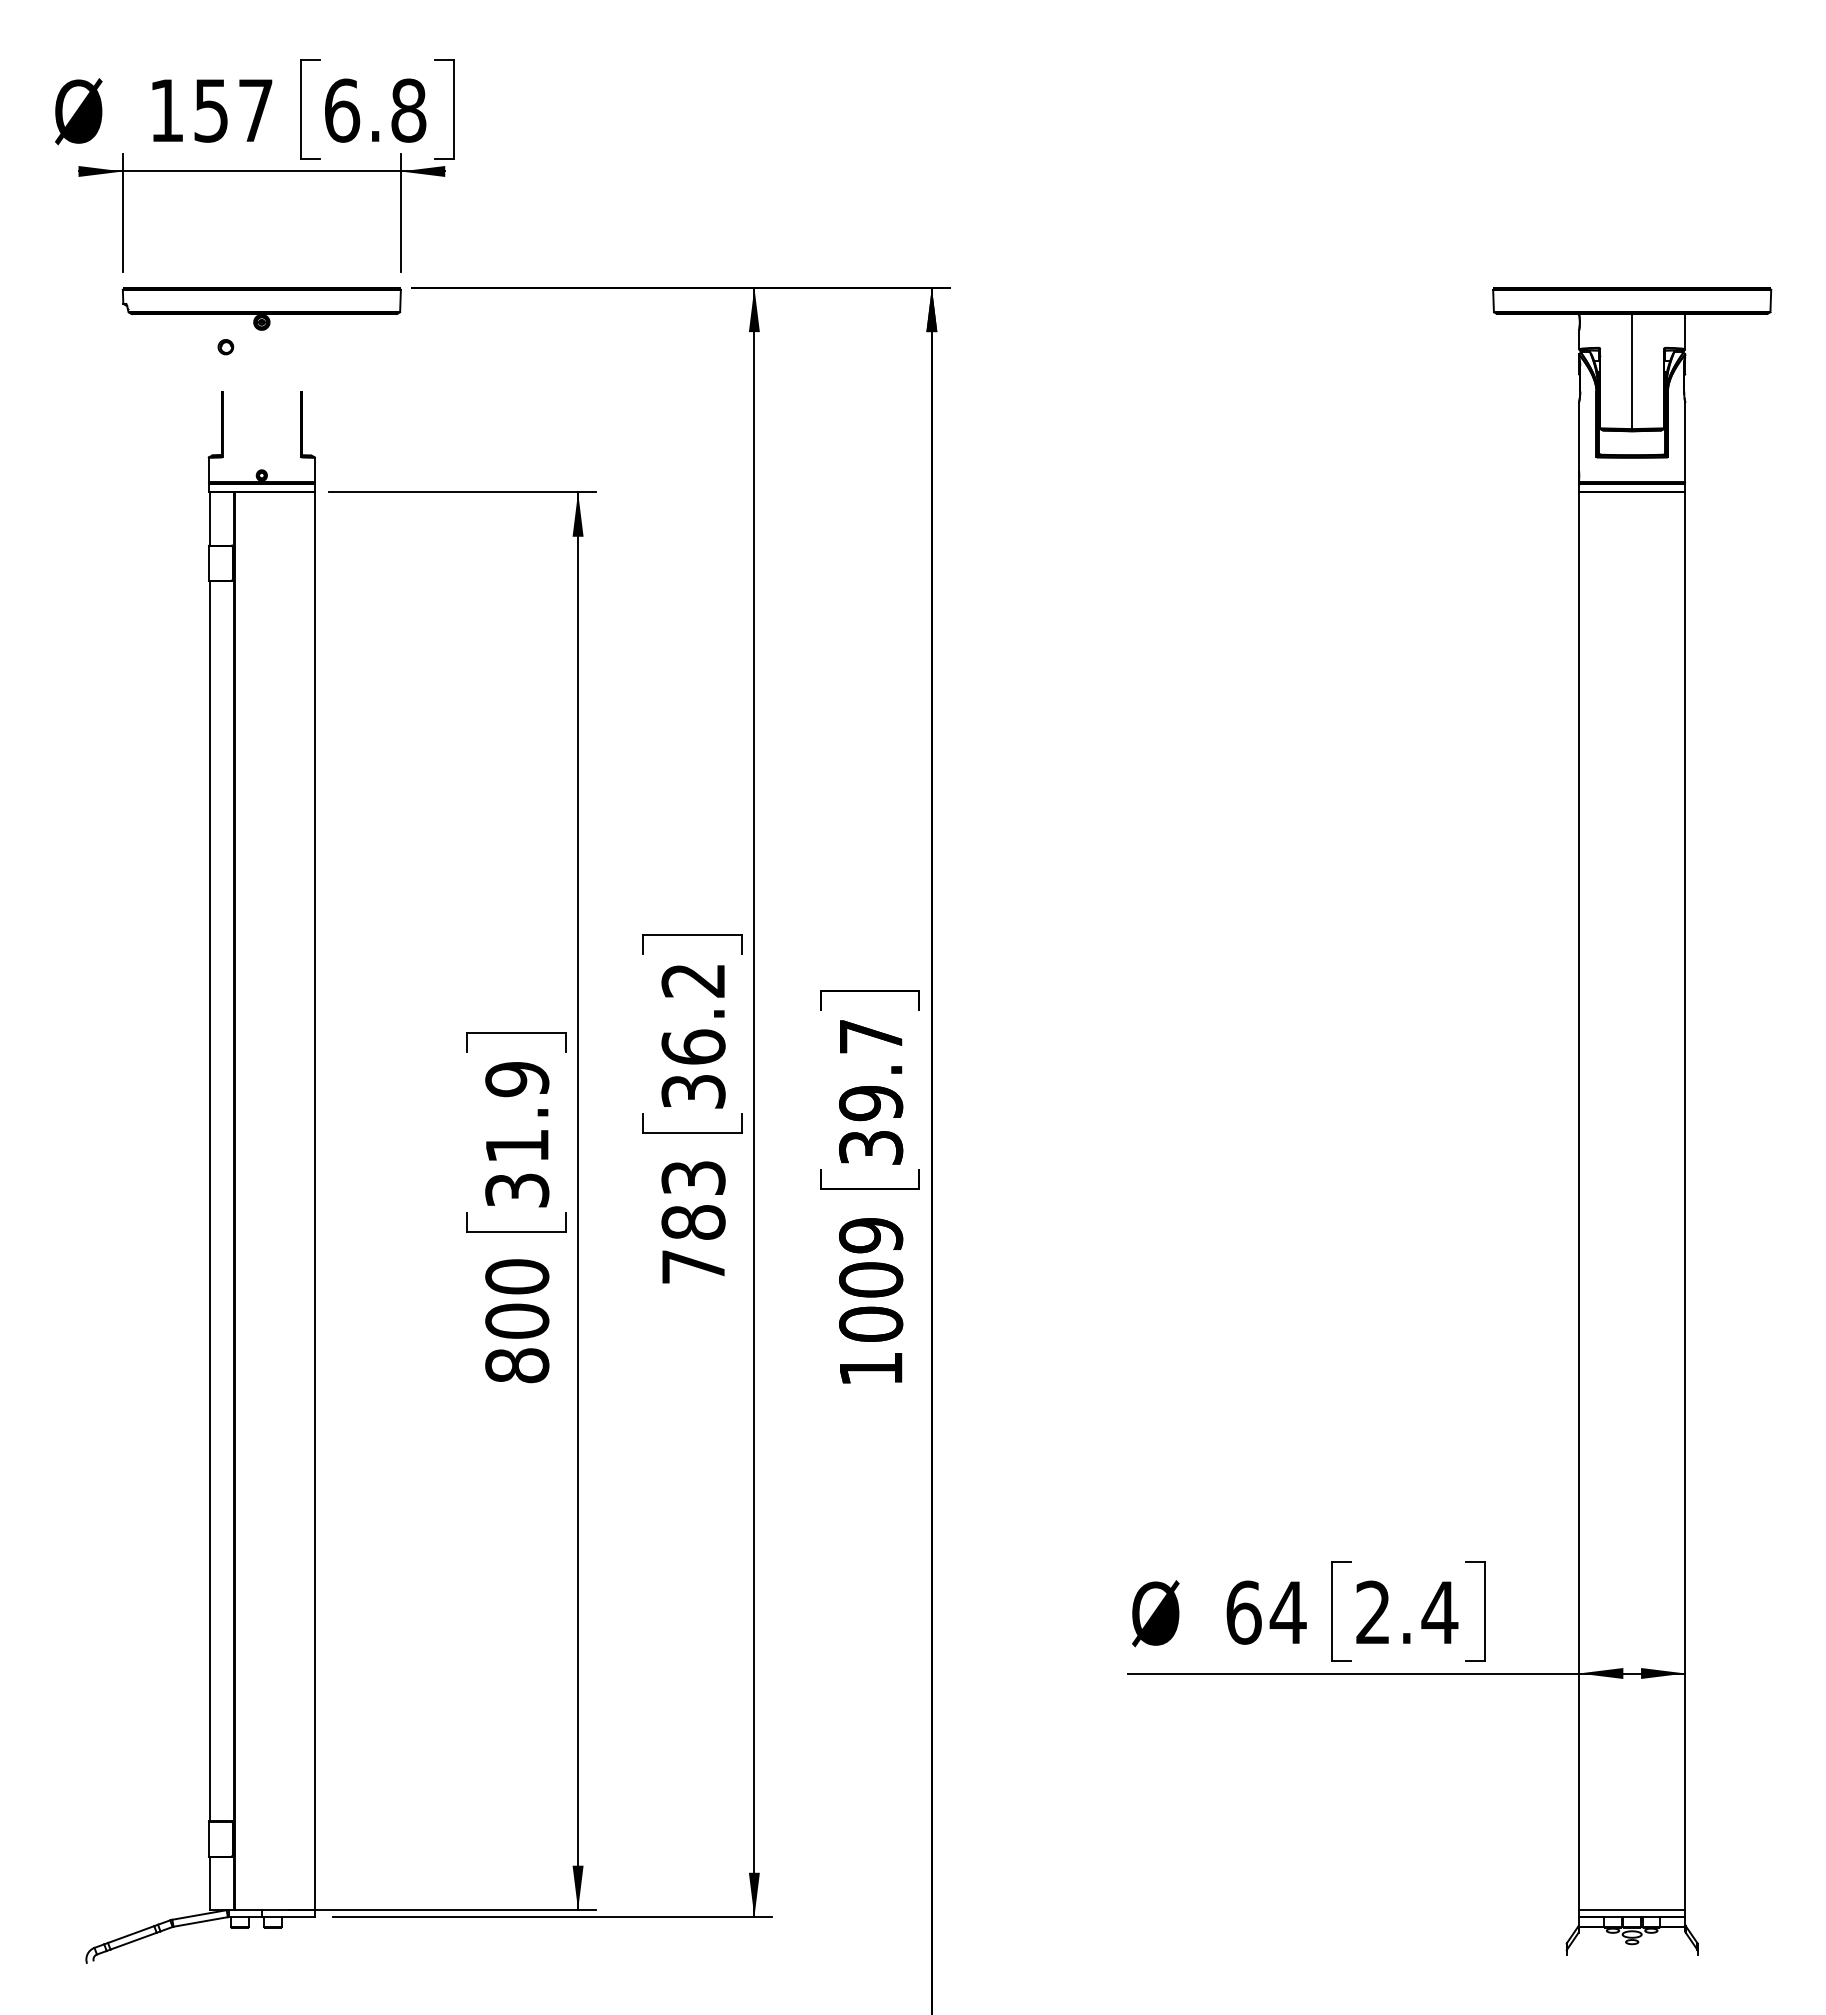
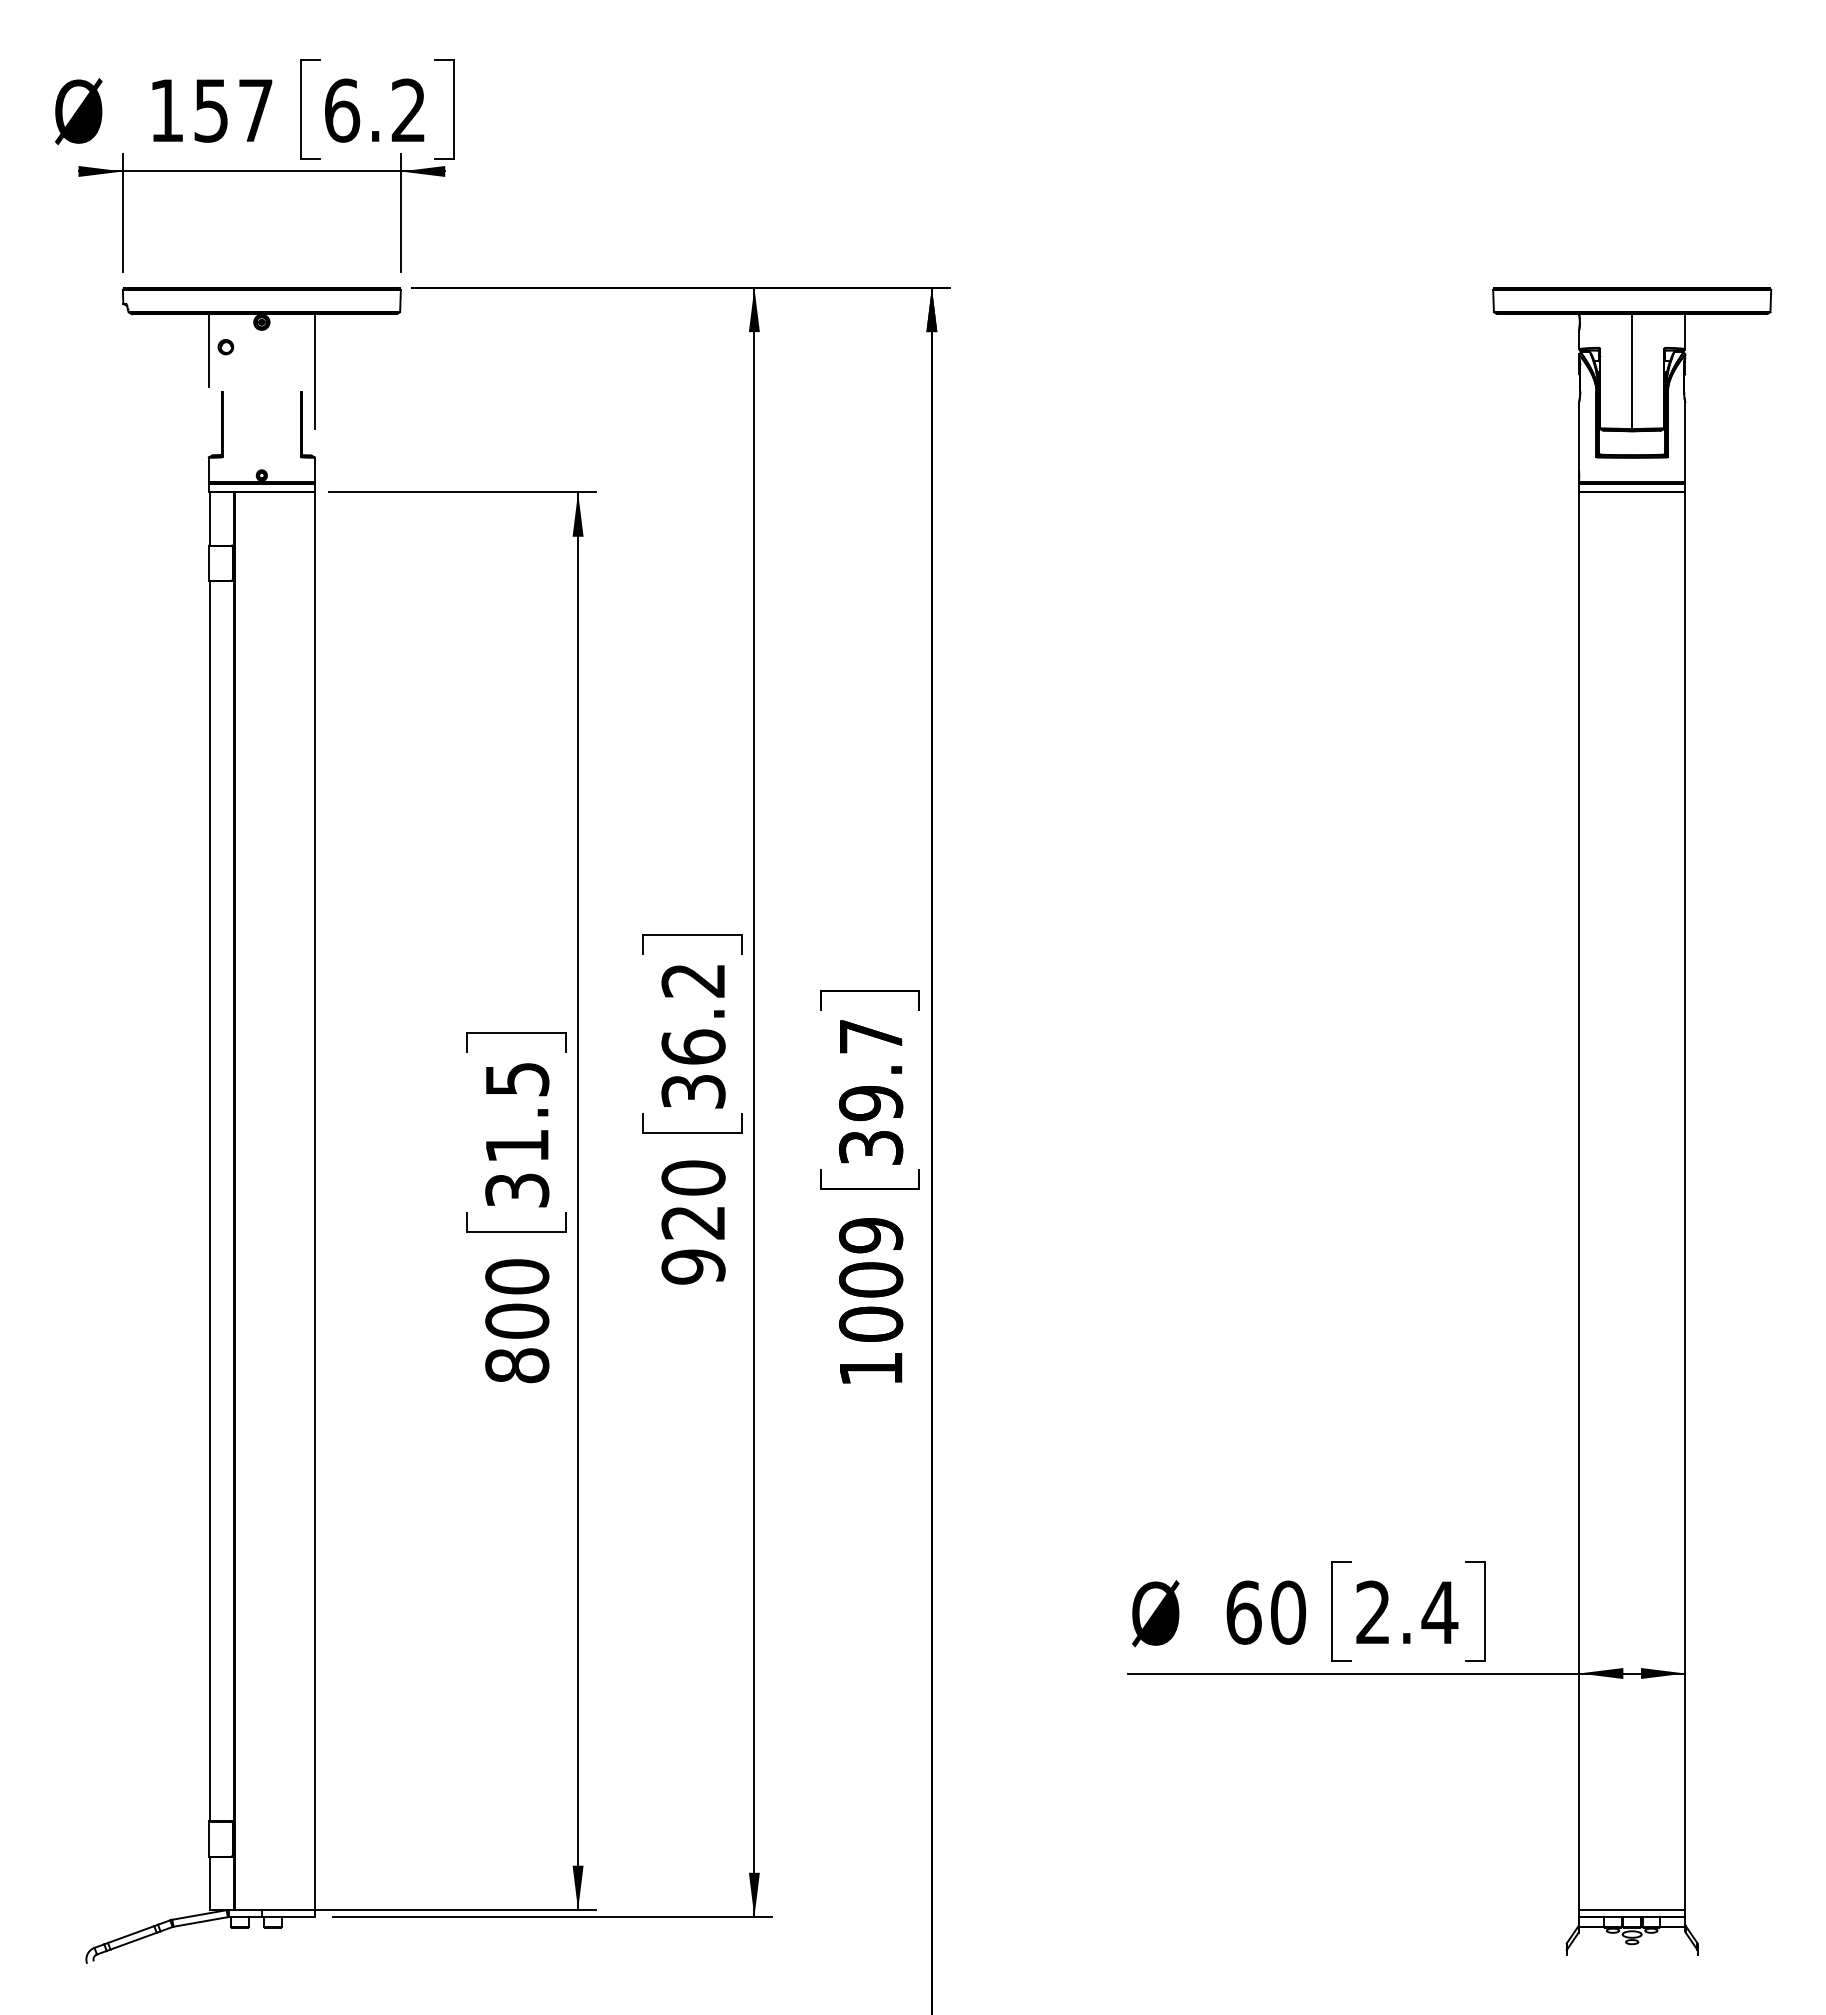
text at (408, 110): 6.8 -> 6.2
line at (208, 350): none -> present
line at (314, 371): none -> present
text at (517, 1079): 31.9 -> 31.5
text at (693, 1222): 783 -> 920
text at (1287, 1612): 64 -> 60
